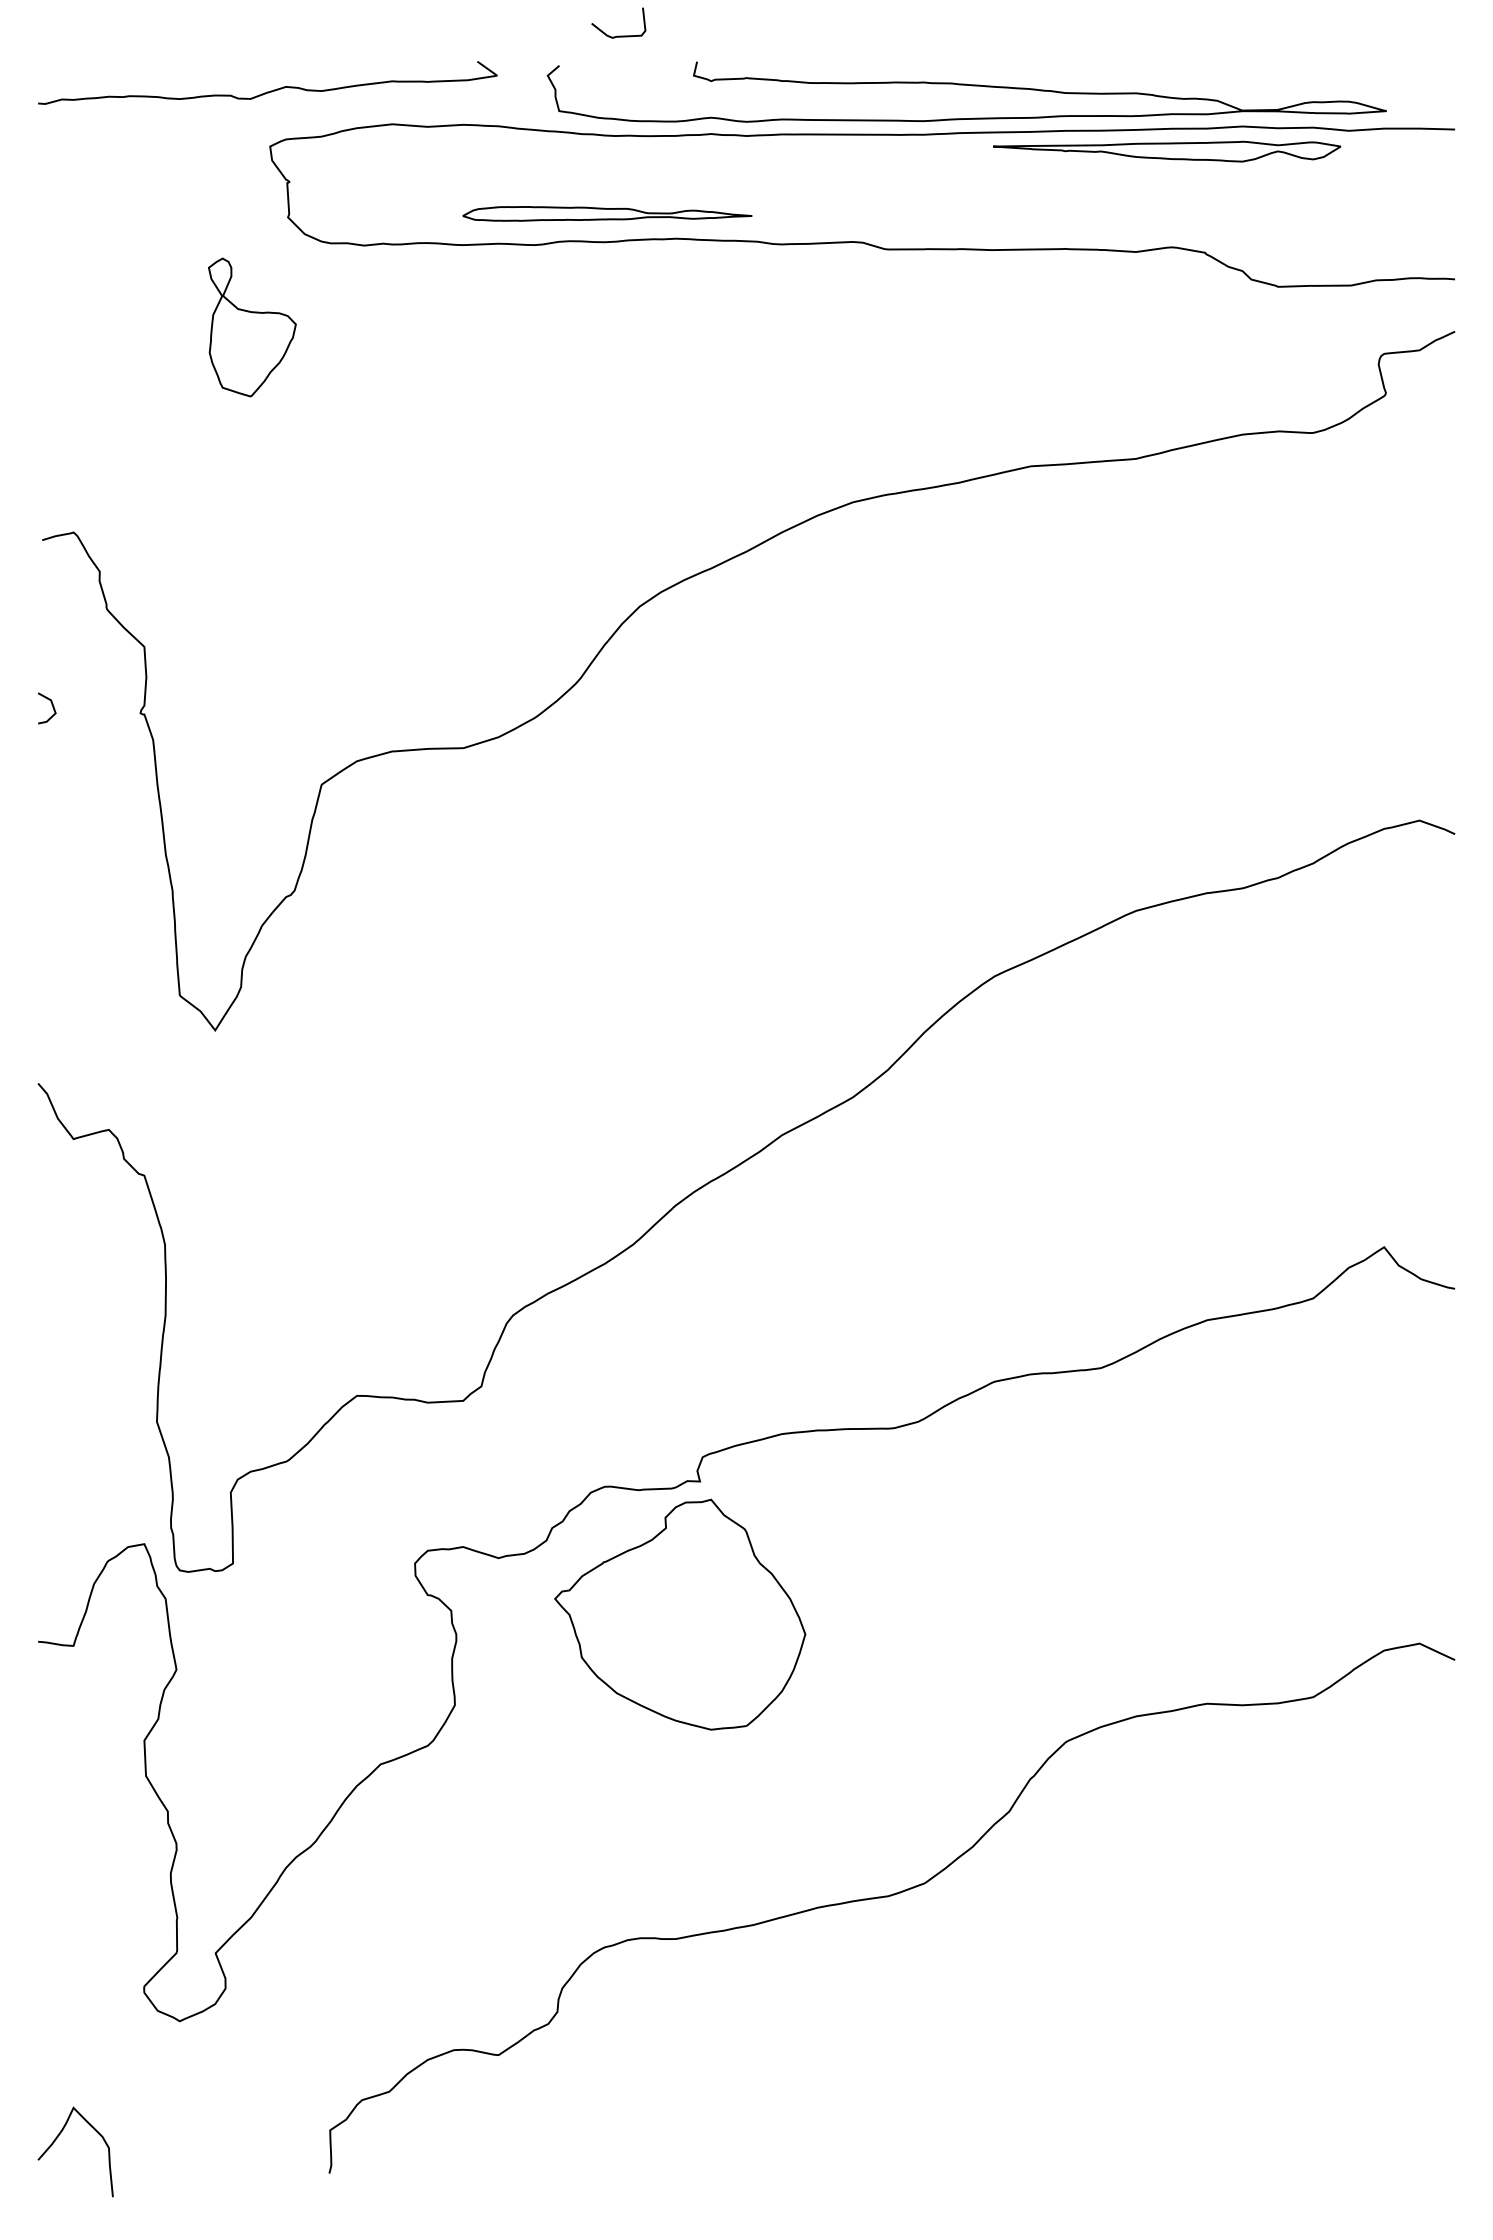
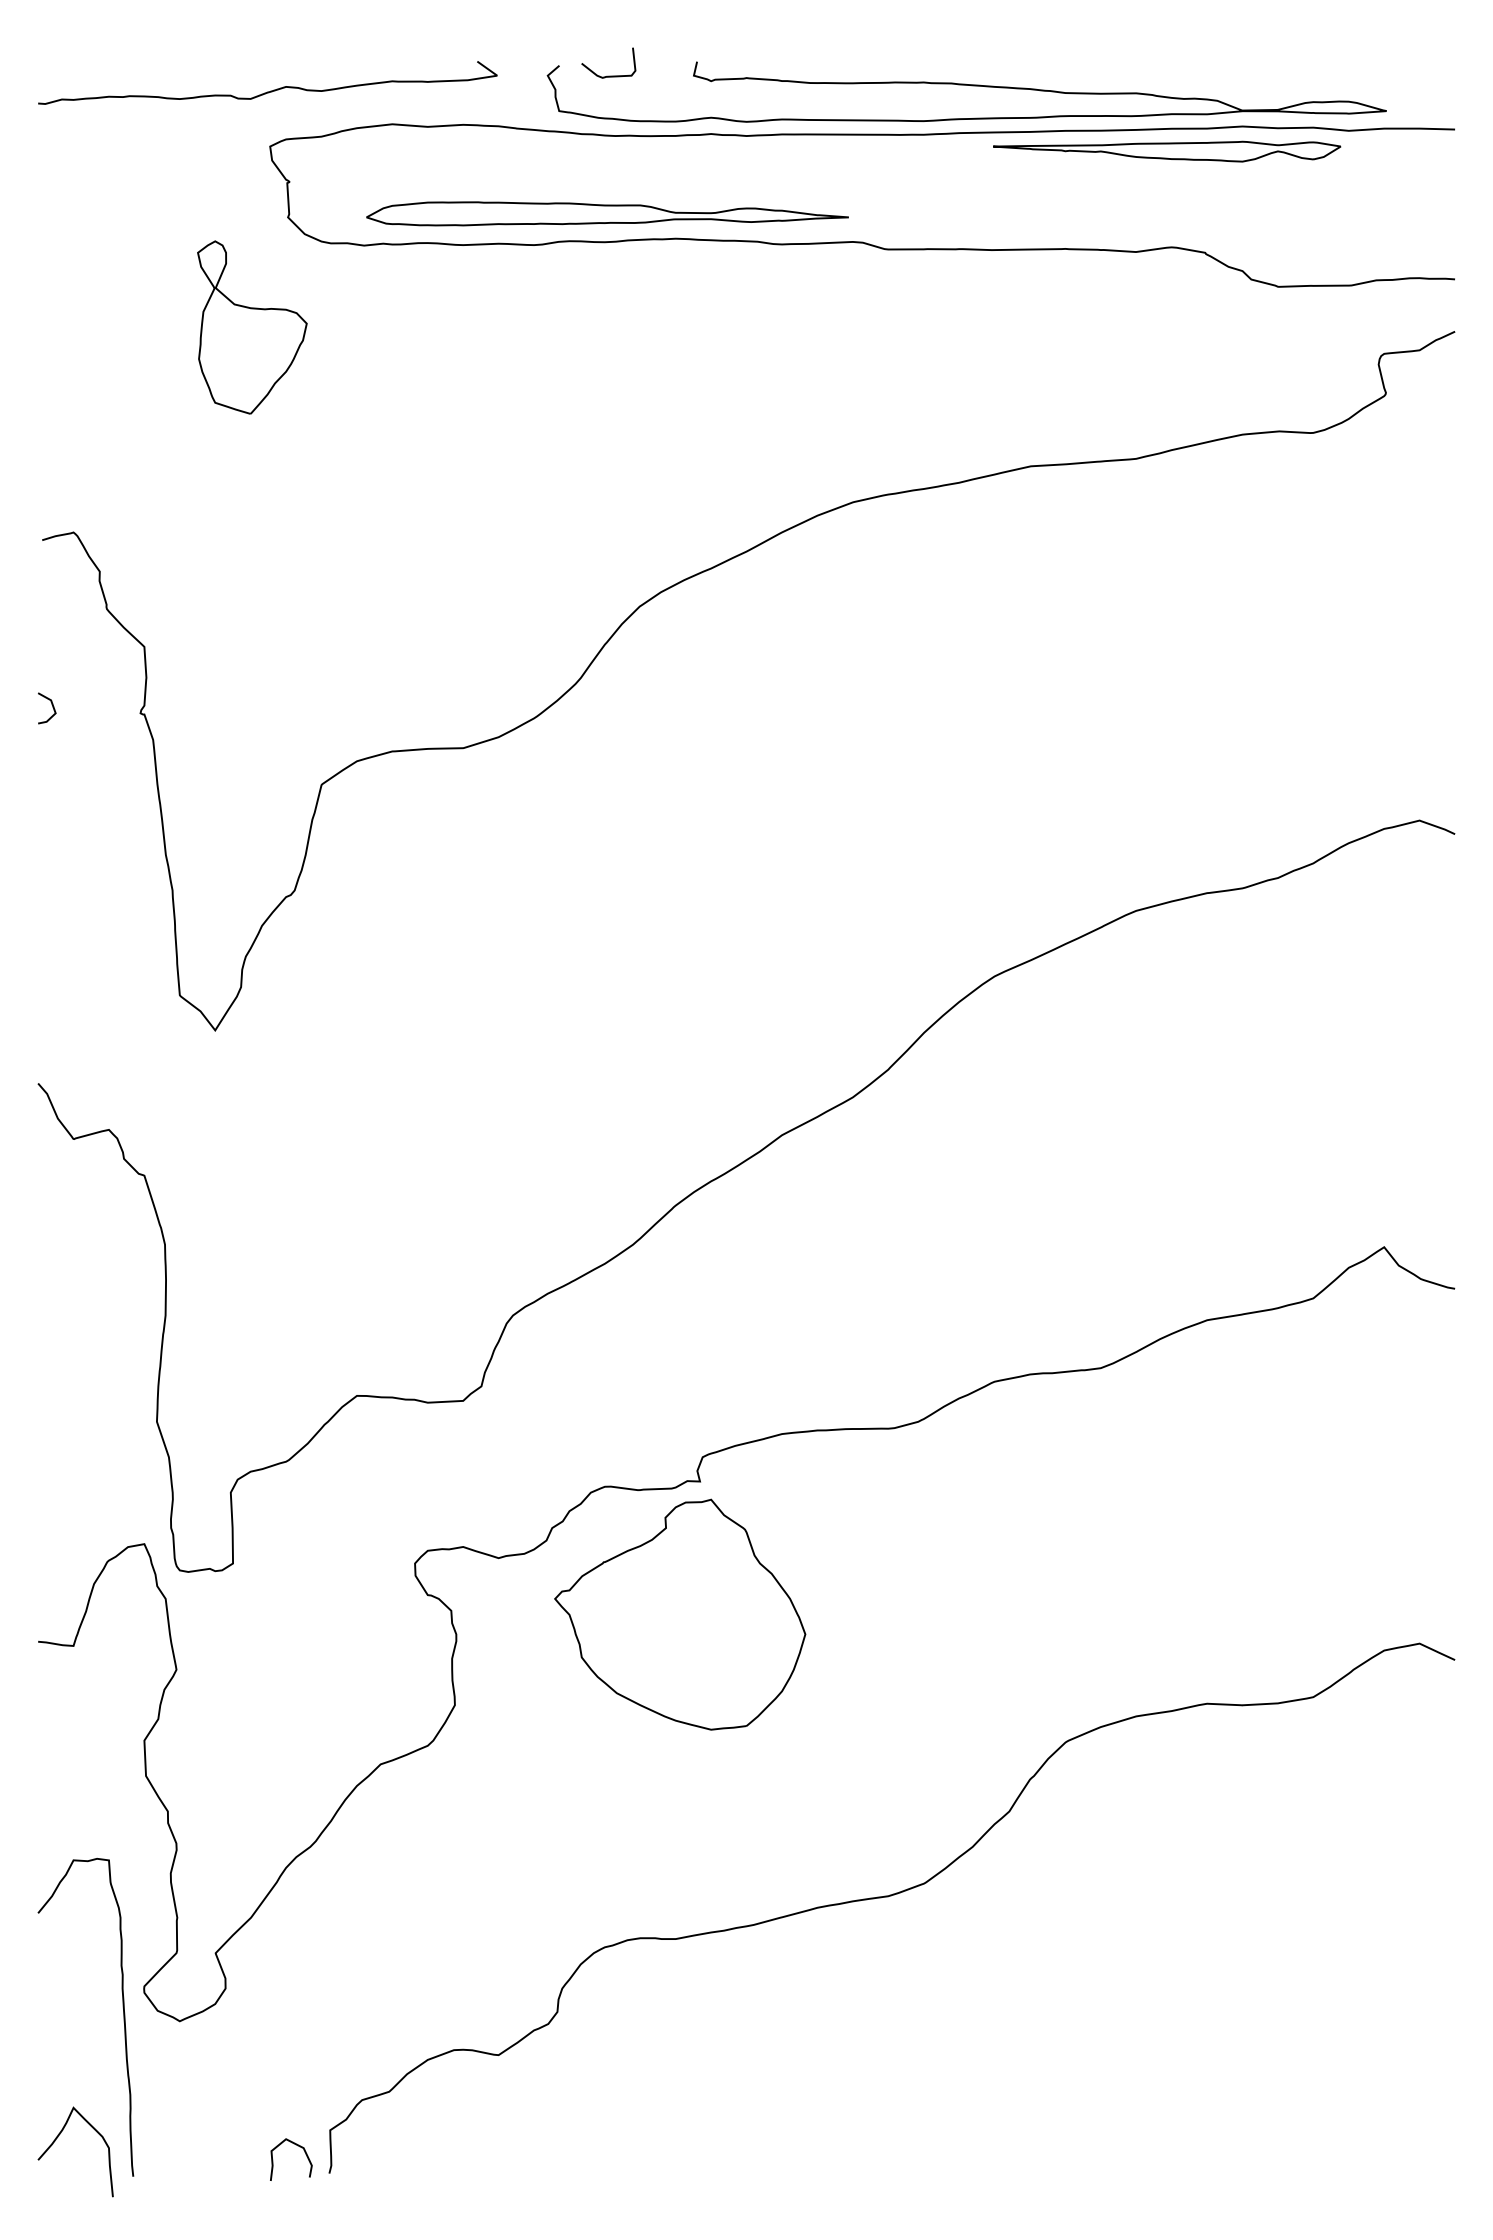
curve at (618, 35) position: (618, 35) -> (608, 75)
part at (607, 213) size: 291x16 px -> 483x26 px
part at (252, 327) size: 89x141 px -> 111x175 px
curve at (123, 2017): none -> present
curve at (298, 2146): none -> present
